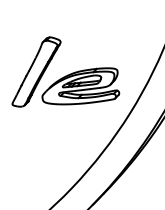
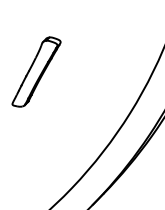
part at (80, 86): present -> none
